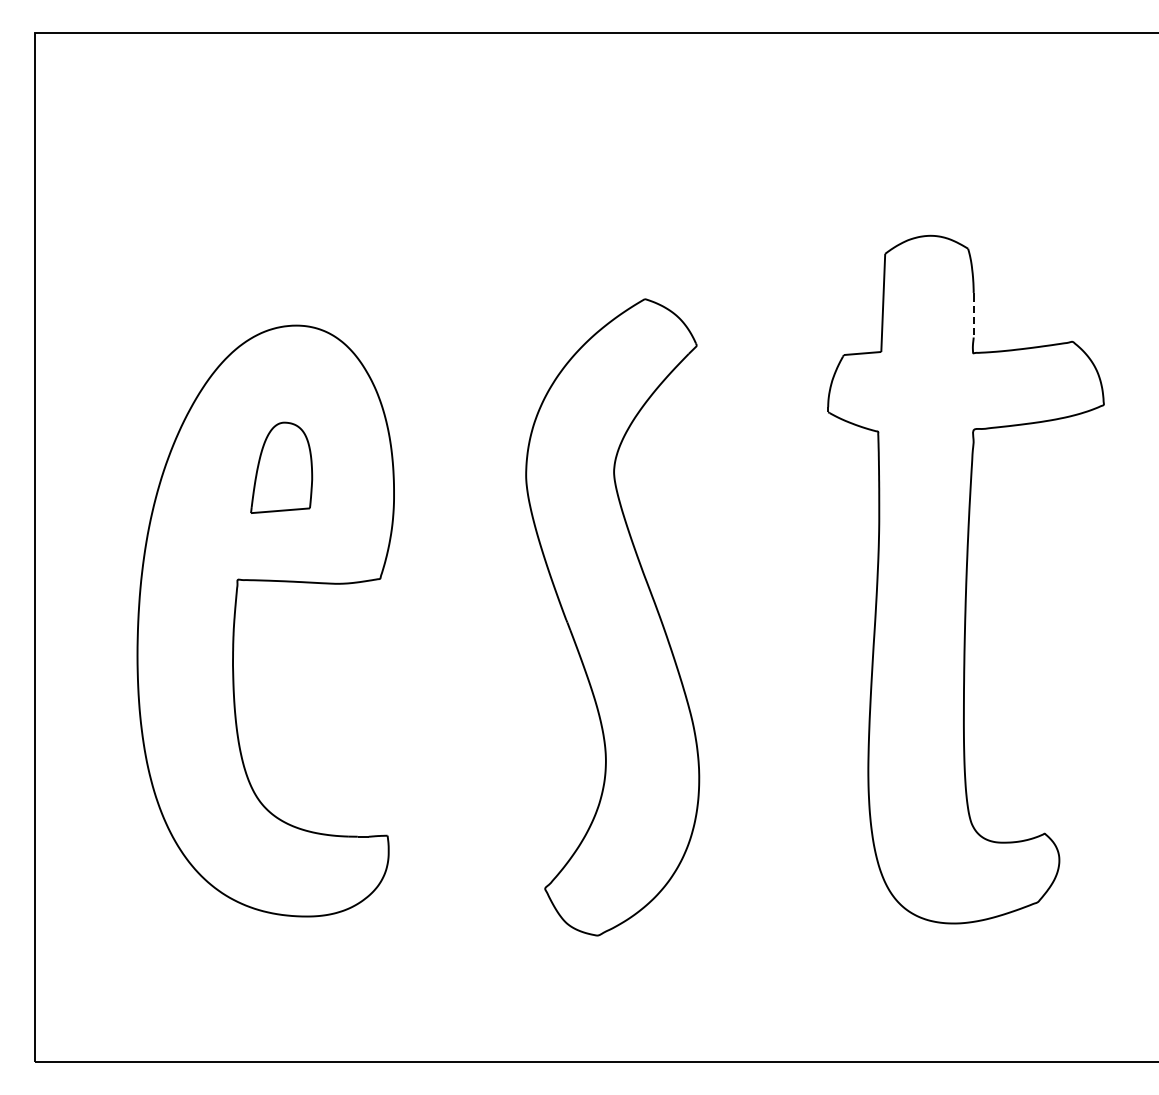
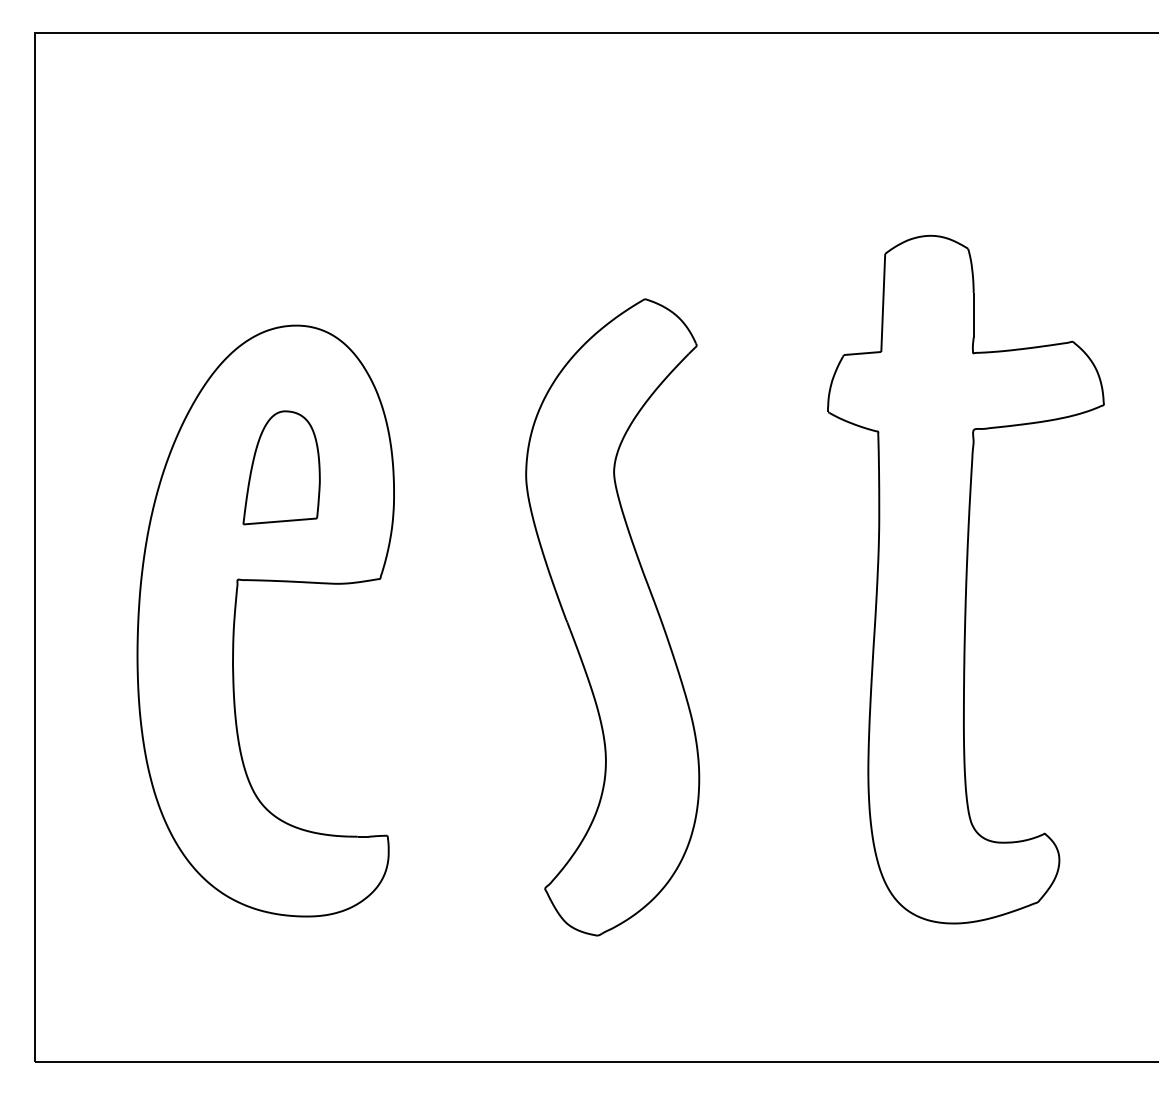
line at (973, 316): dashed -> solid
part at (281, 467) size: 64x93 px -> 79x116 px
